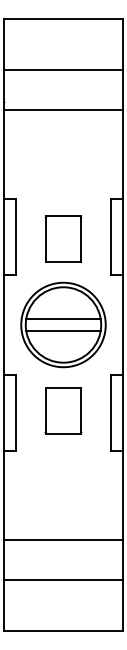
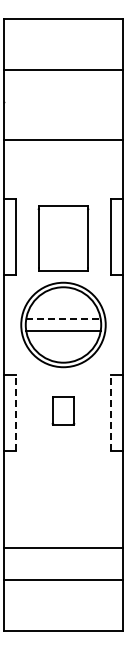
line at (63, 110) position: (63, 110) -> (63, 140)
part at (63, 238) size: 39x48 px -> 53x67 px
line at (63, 318): solid -> dashed
part at (63, 410) size: 39x48 px -> 25x30 px
line at (16, 413): solid -> dashed
line at (110, 413): solid -> dashed
line at (63, 539) position: (63, 539) -> (63, 547)
